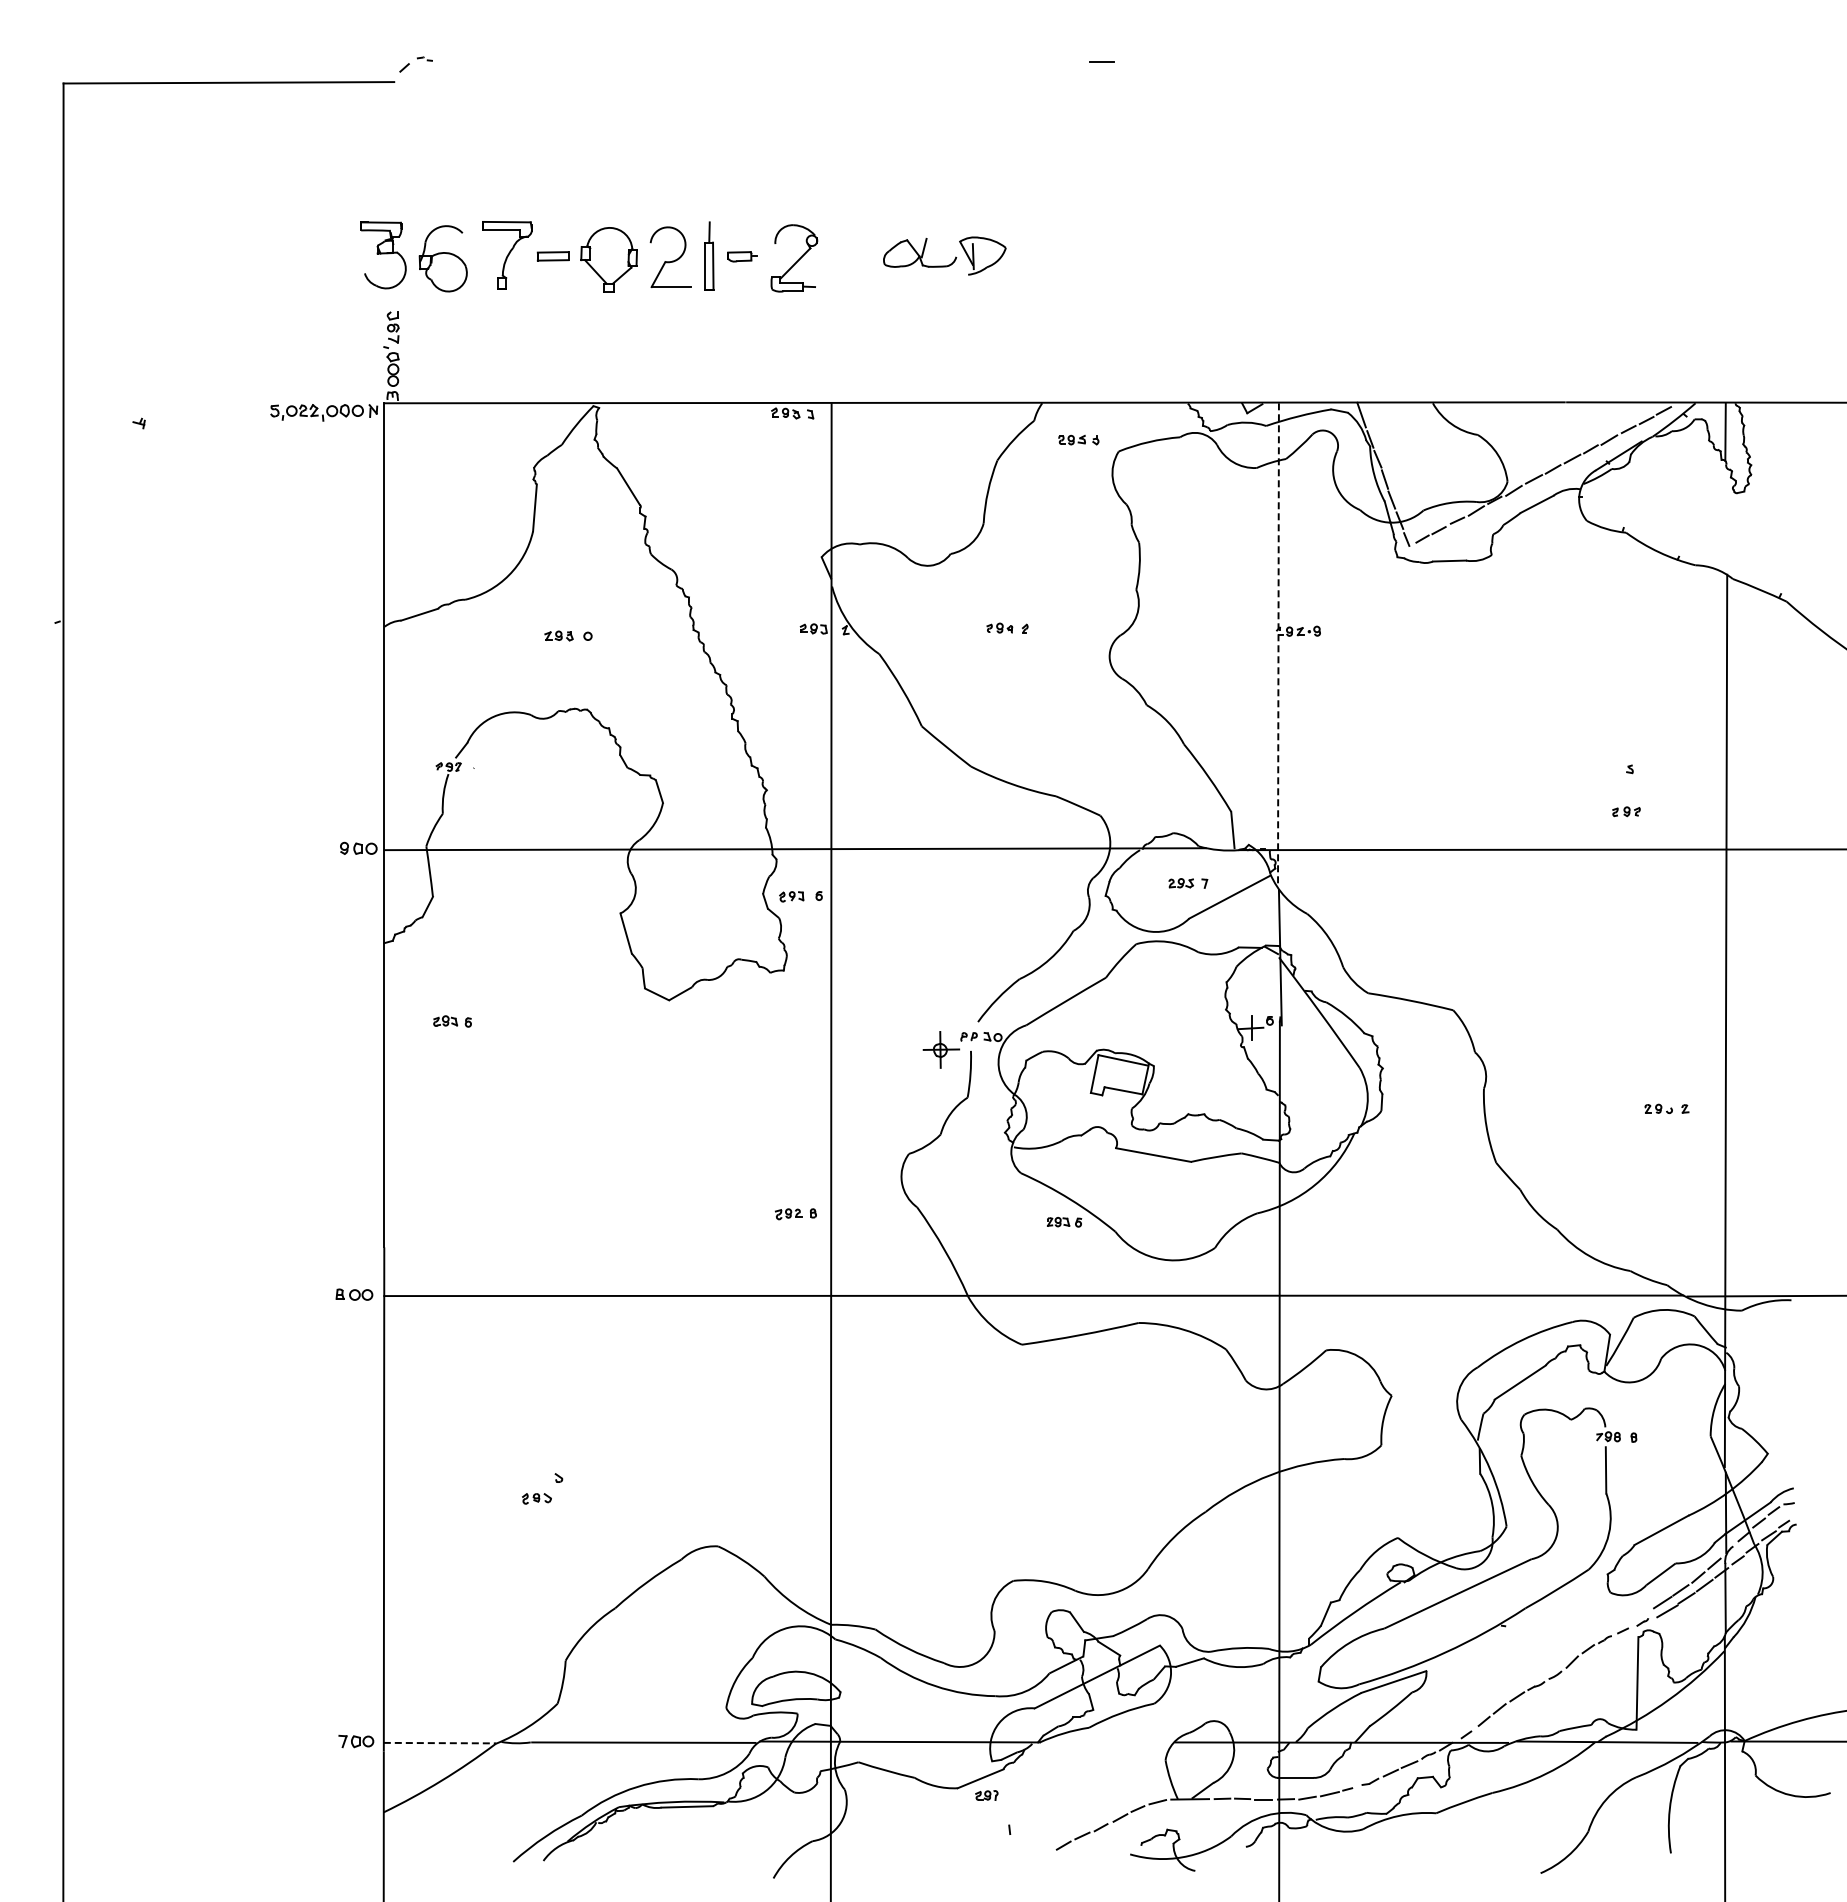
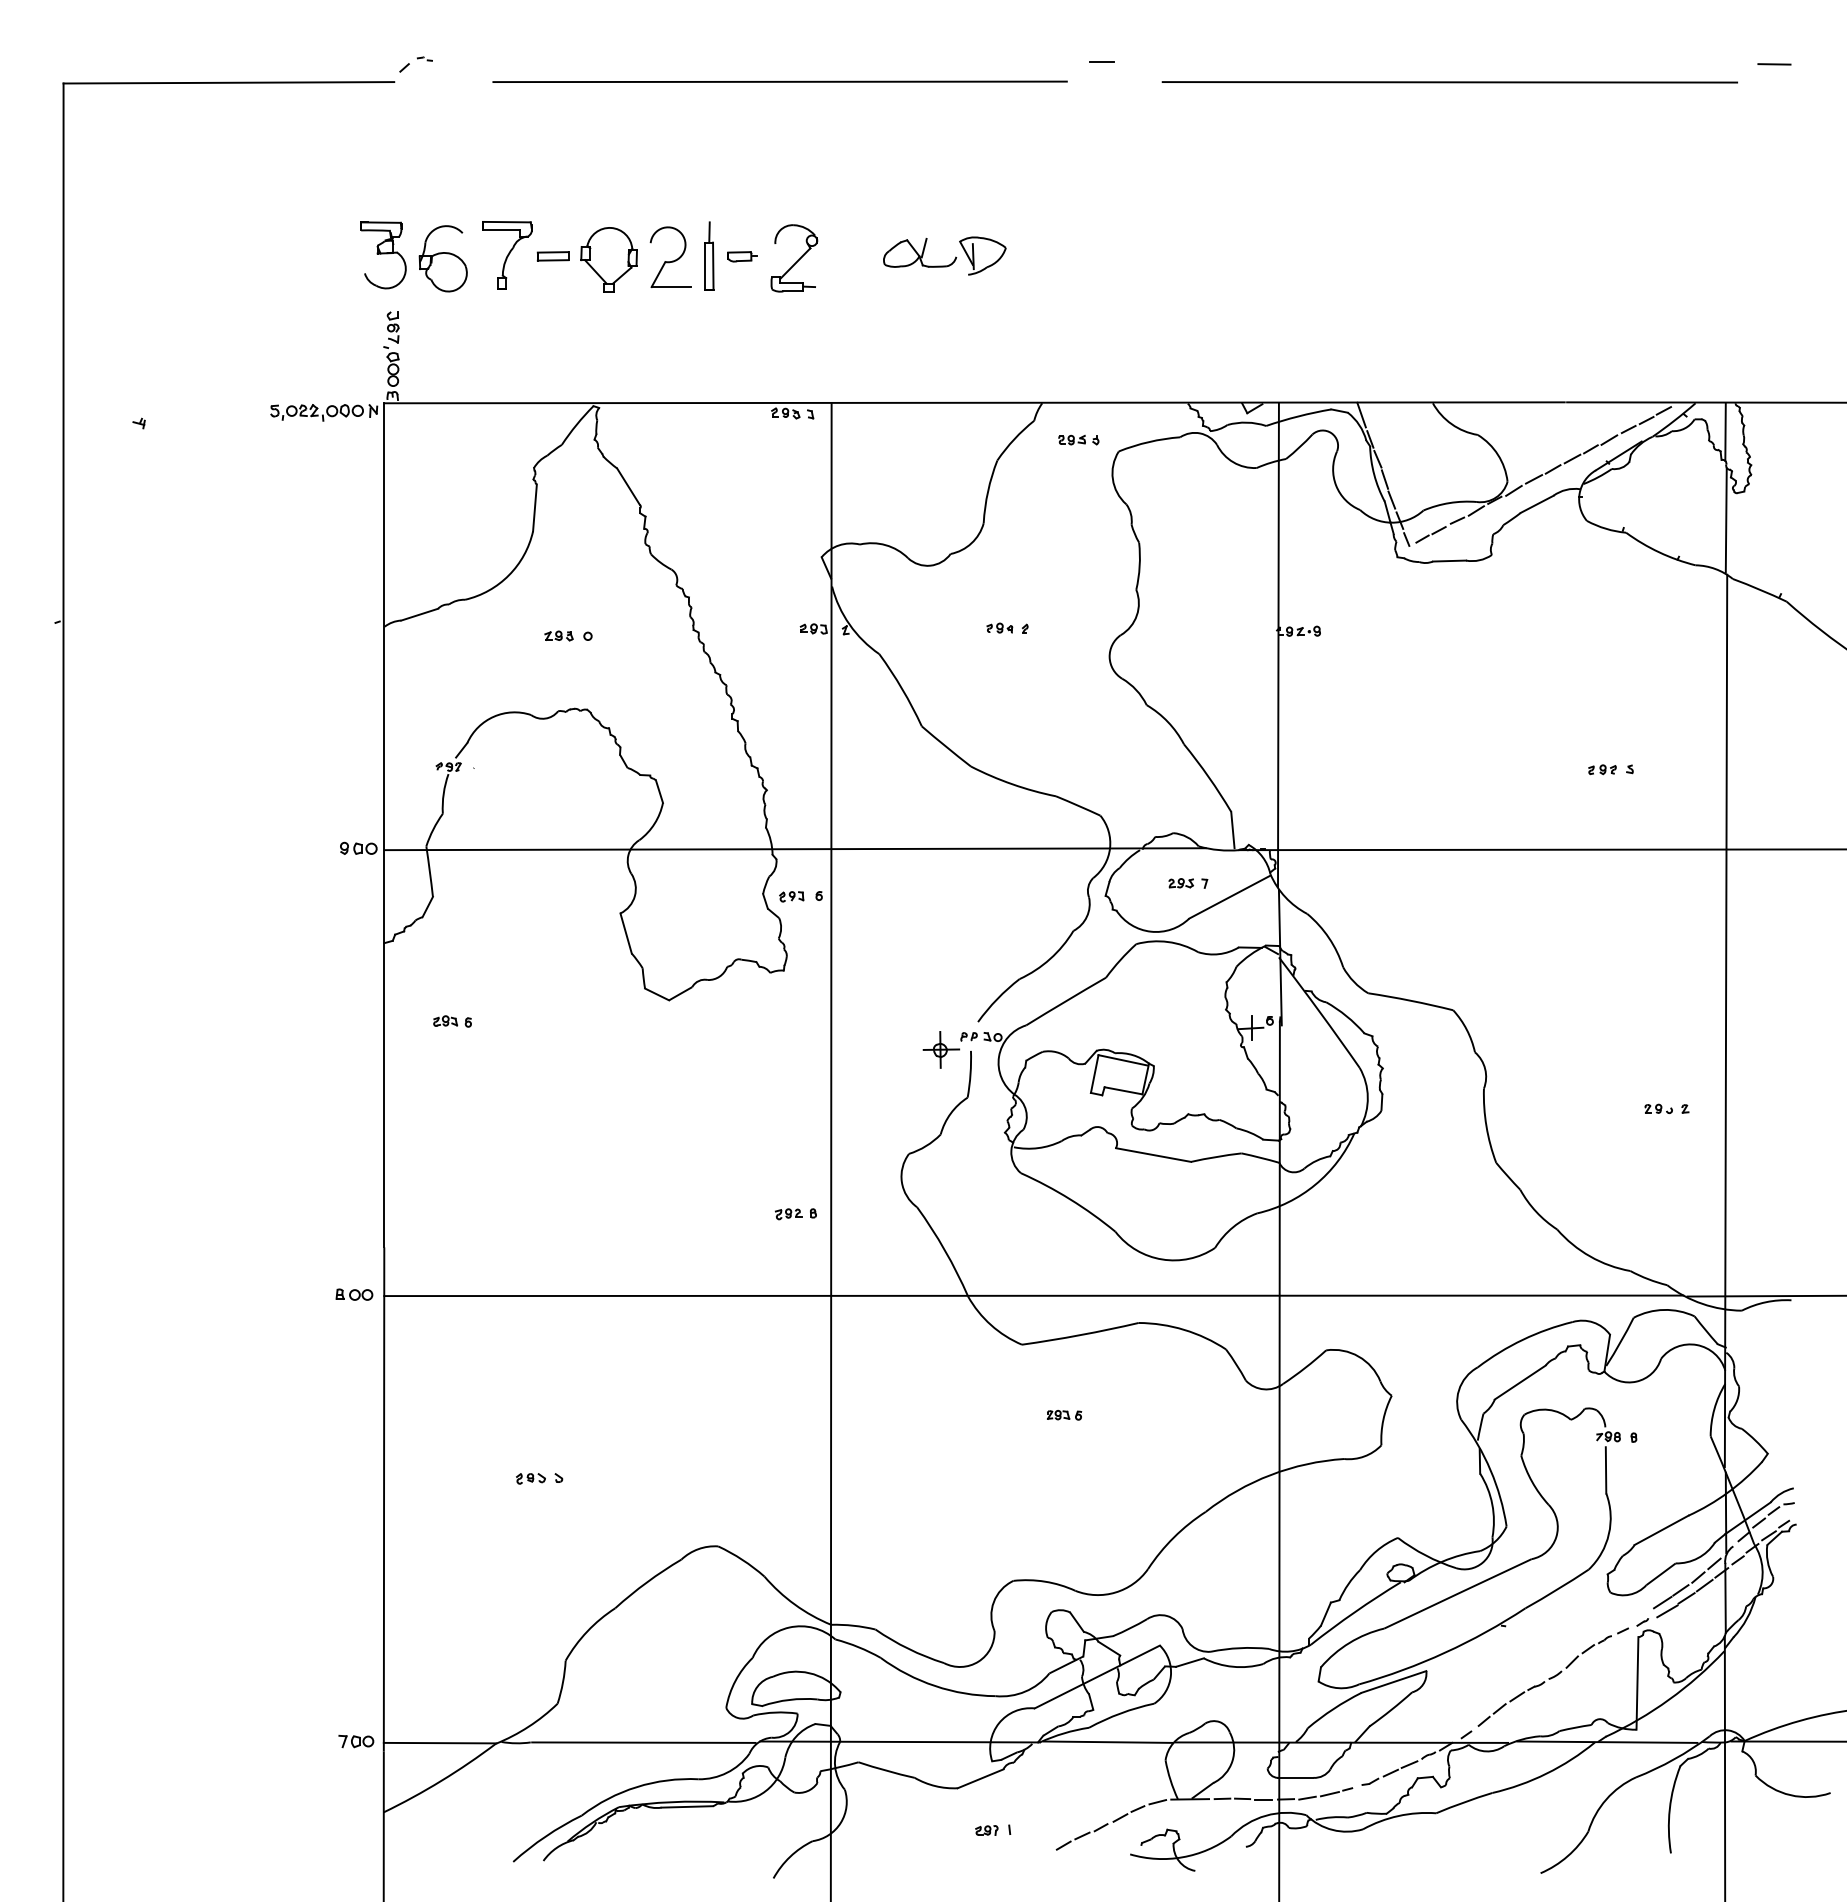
line at (1774, 64): none -> present
line at (779, 81): none -> present
line at (1449, 82): none -> present
line at (1725, 520): none -> present
line at (1278, 645): dashed -> solid
part at (1626, 811) position: (1626, 811) -> (1602, 769)
part at (1064, 1222) position: (1064, 1222) -> (1064, 1415)
part at (536, 1498) position: (536, 1498) -> (530, 1478)
line at (1107, 1741): none -> present
line at (440, 1743): dashed -> solid
part at (986, 1795) position: (986, 1795) -> (986, 1830)
